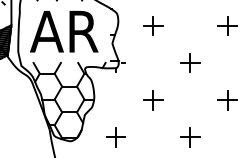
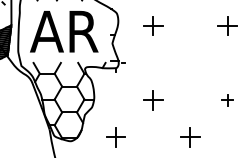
part at (190, 62): present -> none
part at (227, 100) size: 21x21 px -> 13x13 px
